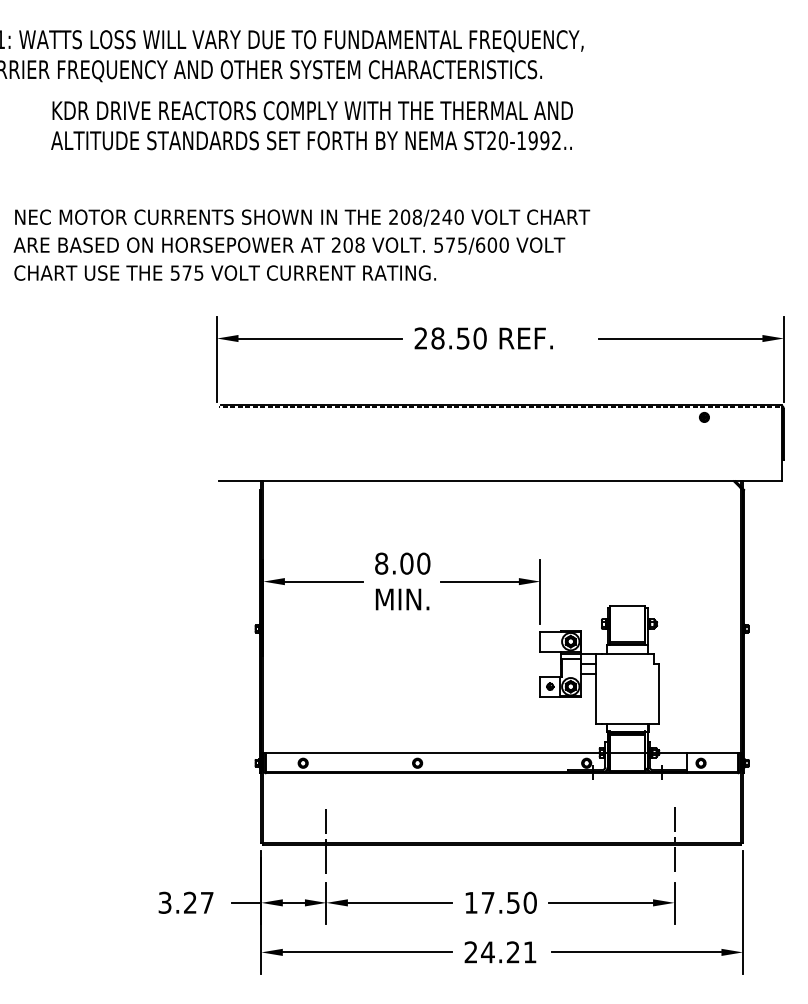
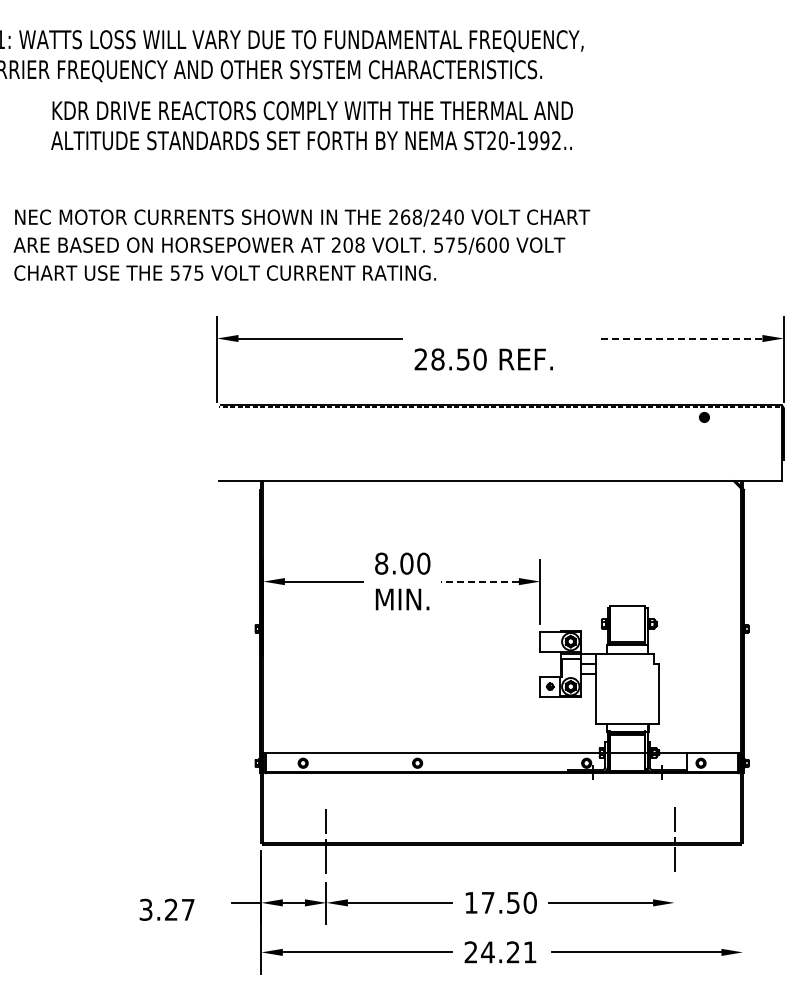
text at (405, 216): 208/240 -> 268/240
text at (483, 338) position: (483, 338) -> (483, 359)
line at (680, 338): solid -> dashed
line at (480, 581): solid -> dashed
text at (185, 902) position: (185, 902) -> (166, 909)
line at (674, 903): present -> none
line at (742, 911): present -> none
